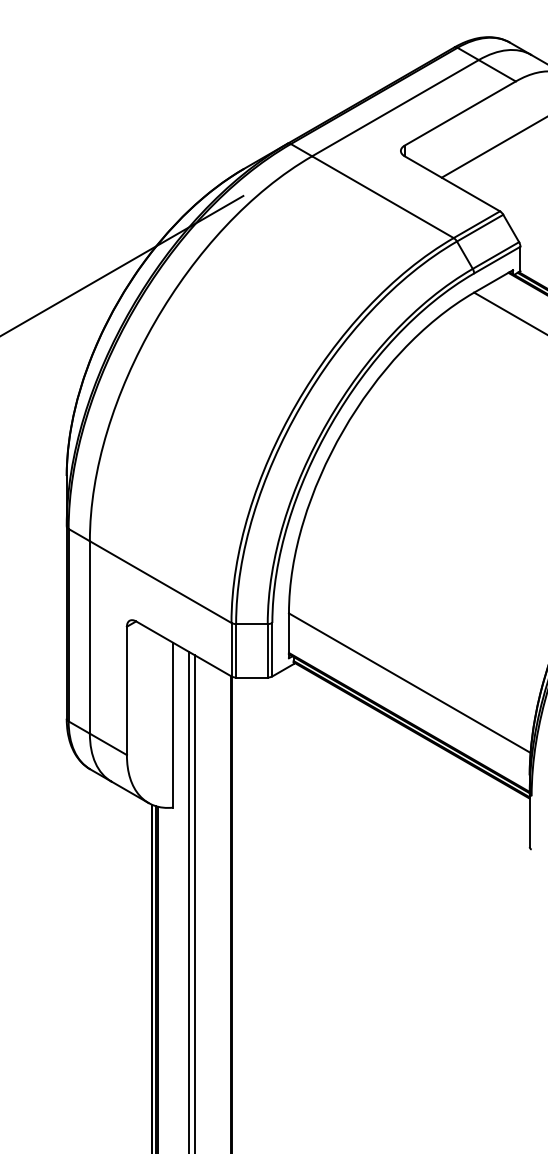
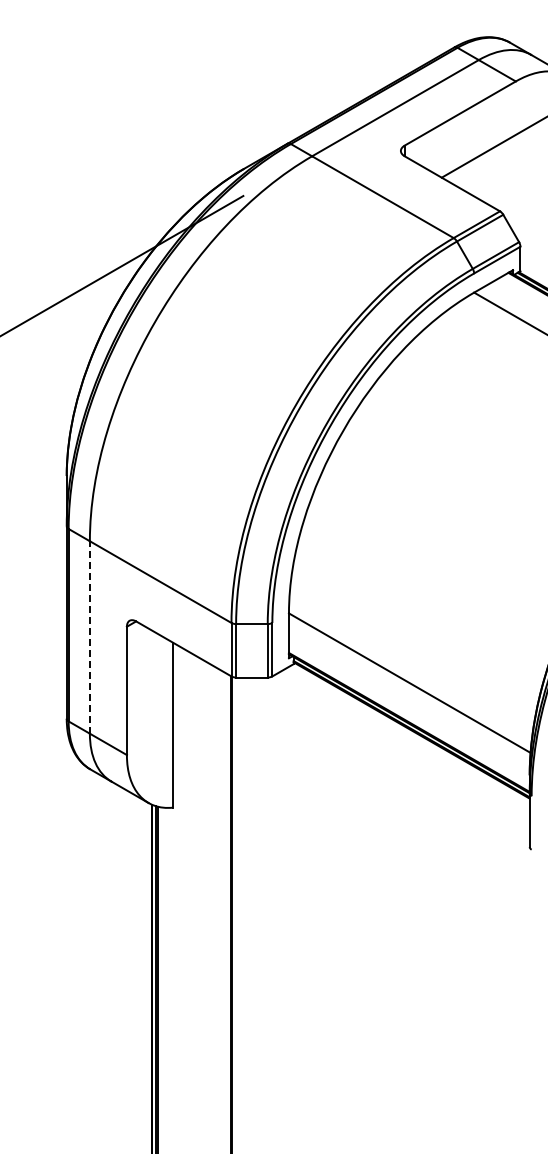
line at (89, 636): solid -> dashed
line at (188, 900): present -> none
line at (194, 902): present -> none
